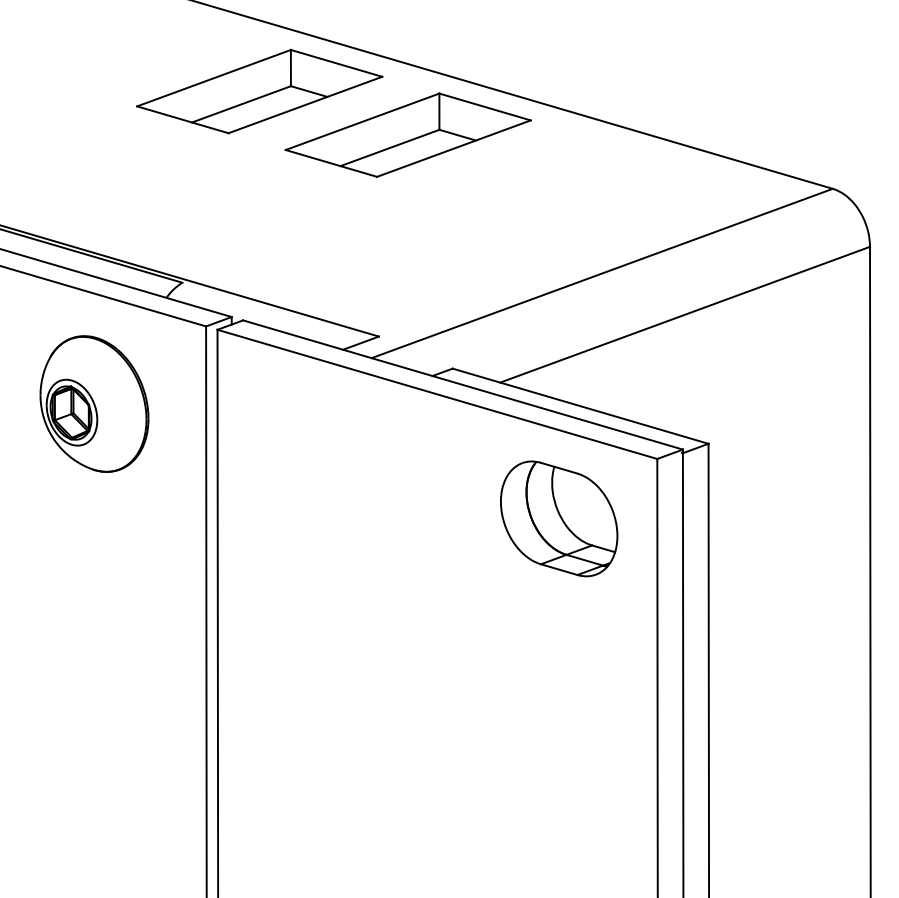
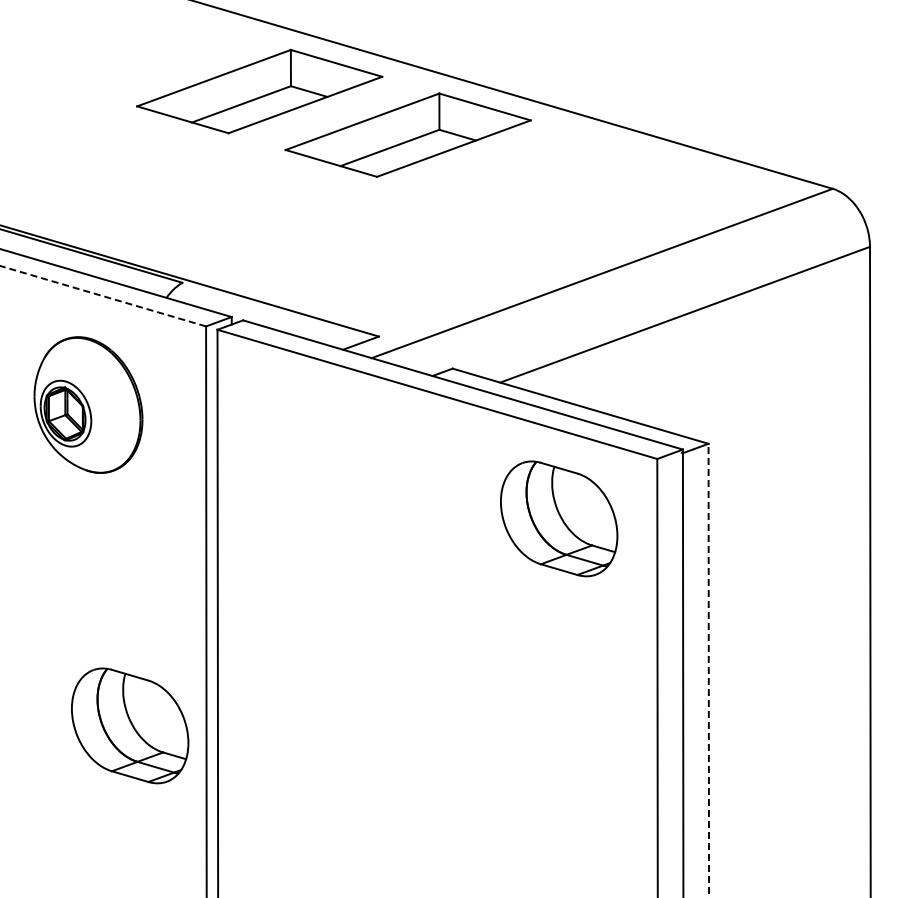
line at (103, 296): solid -> dashed
part at (94, 403) position: (94, 403) -> (88, 404)
line at (708, 670): solid -> dashed
part at (130, 725): none -> present
